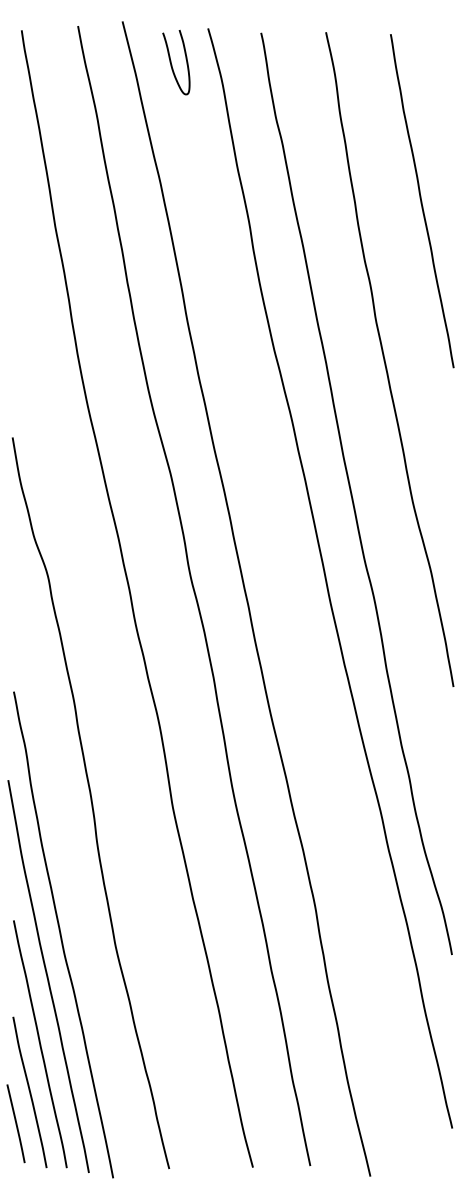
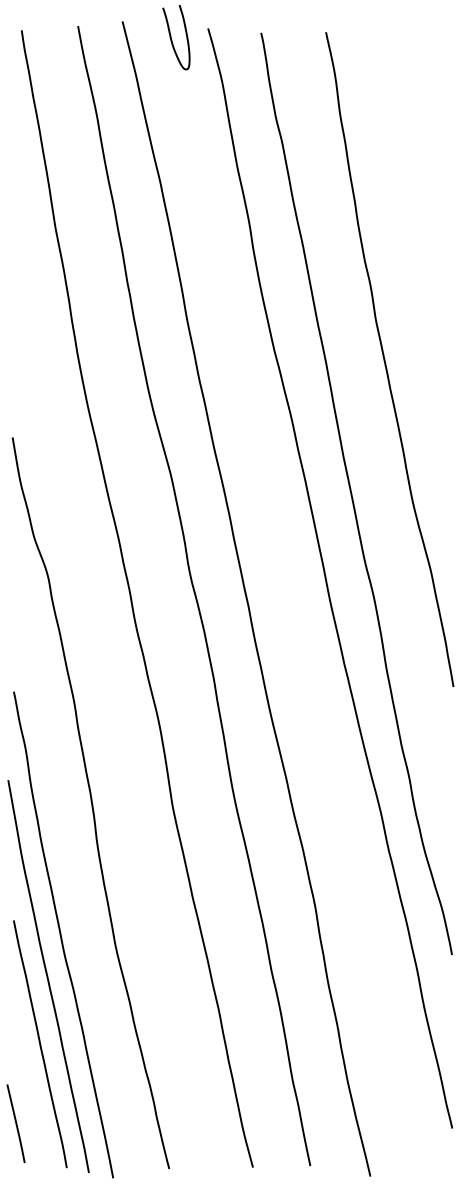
curve at (172, 64) position: (172, 64) -> (172, 39)
curve at (422, 201): present -> none
curve at (29, 1092): present -> none
